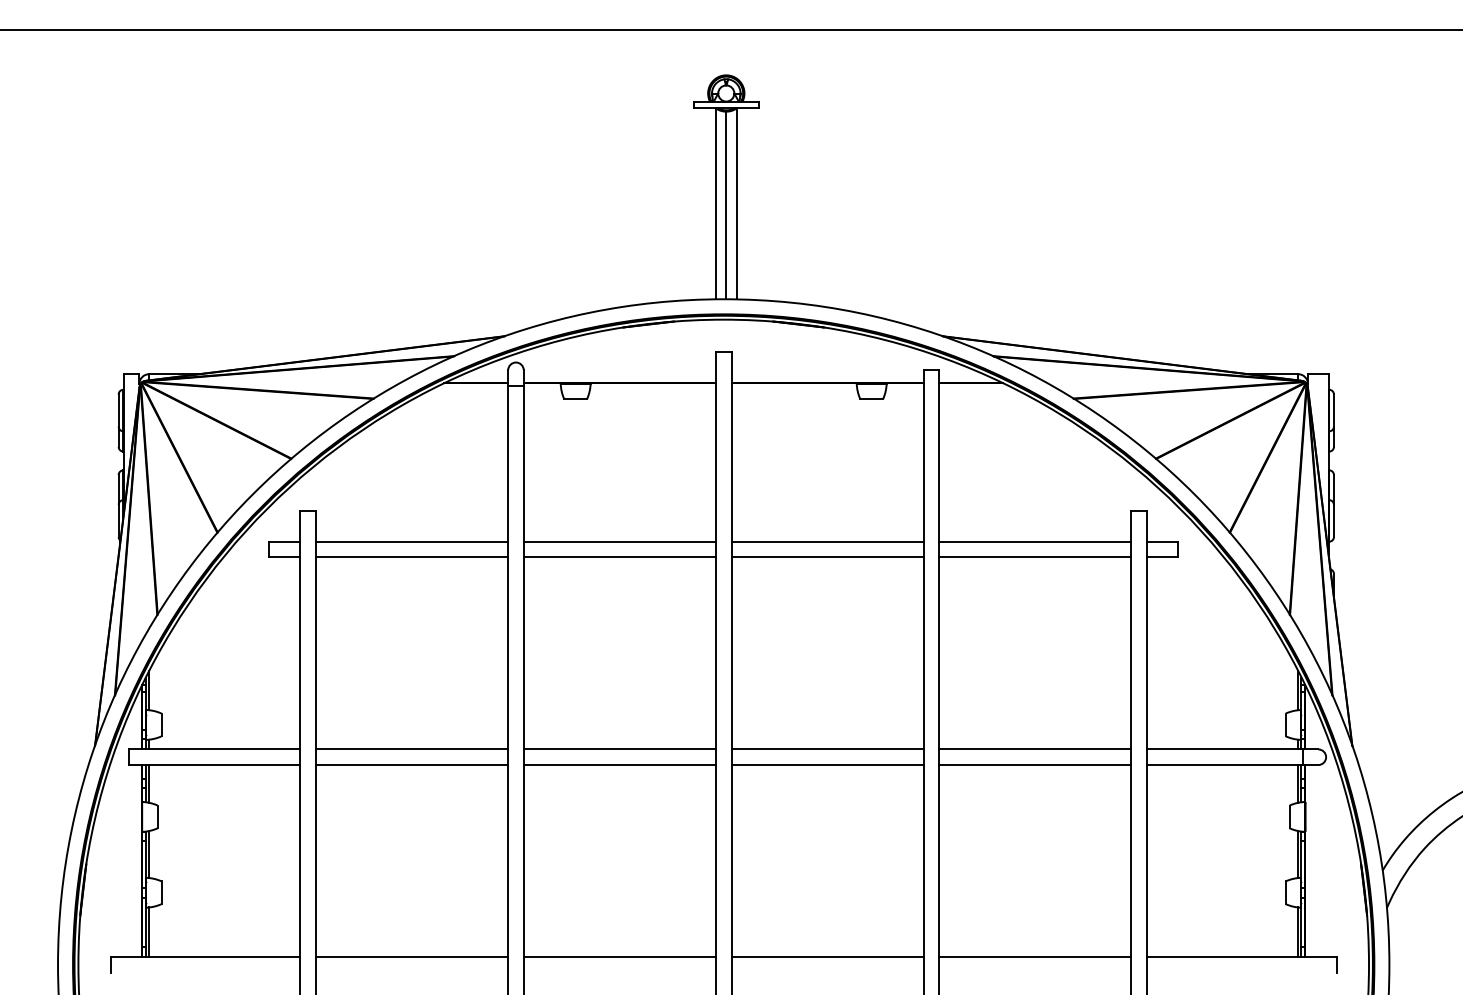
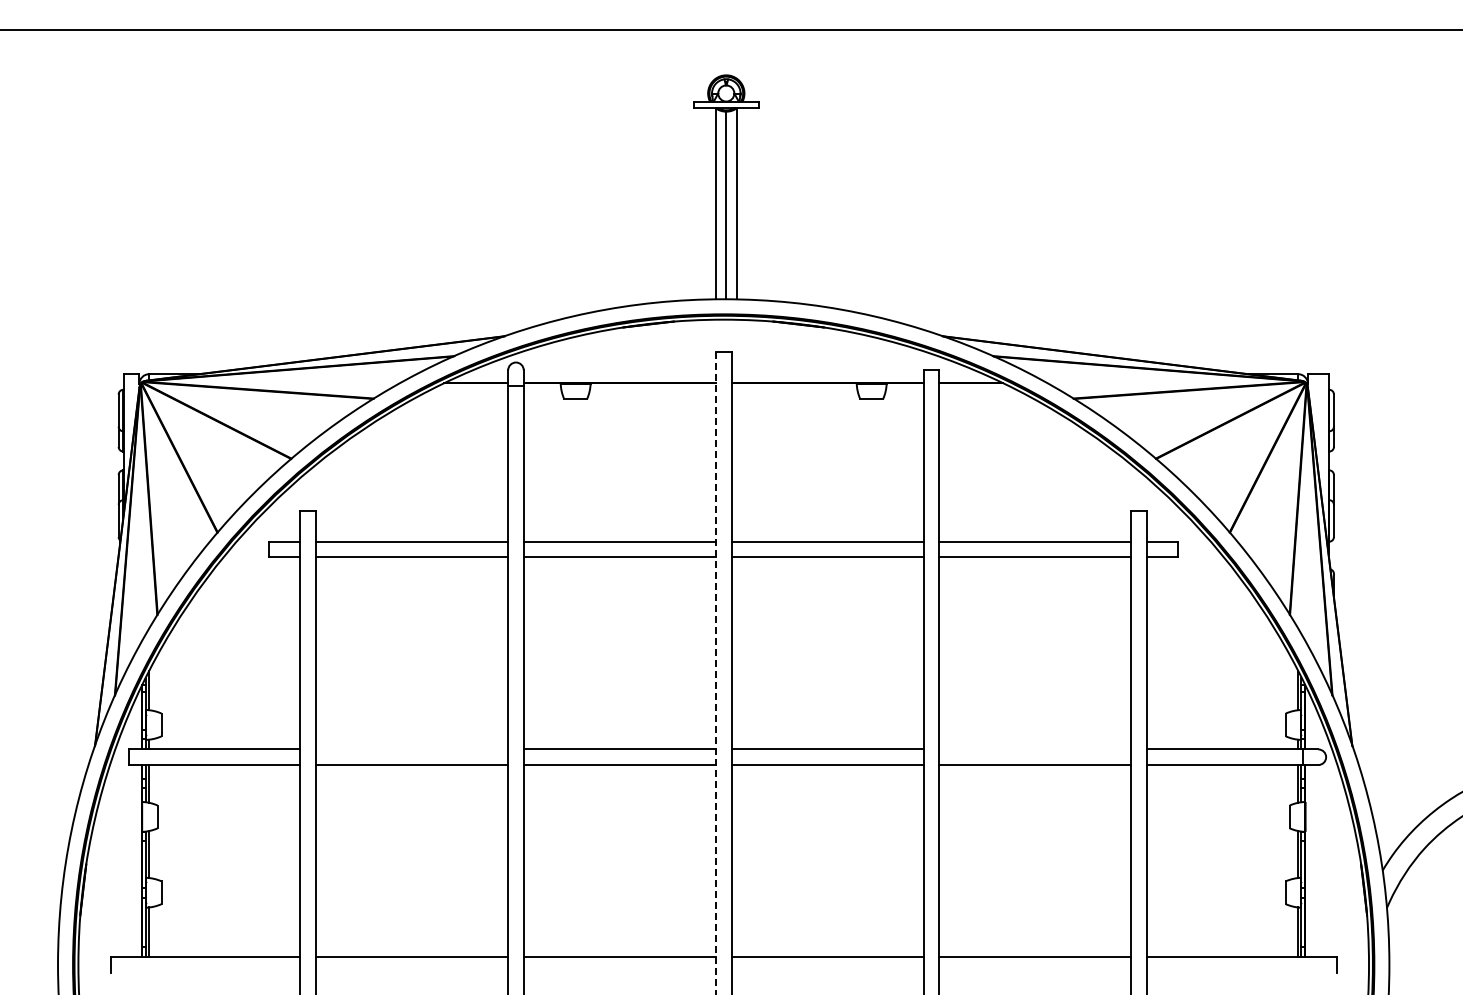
line at (715, 674): solid -> dashed
line at (412, 749): present -> none
line at (1035, 749): present -> none
